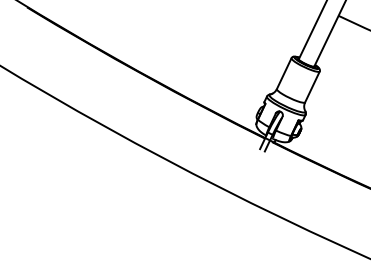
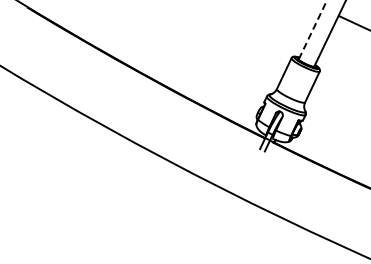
line at (313, 29): solid -> dashed
